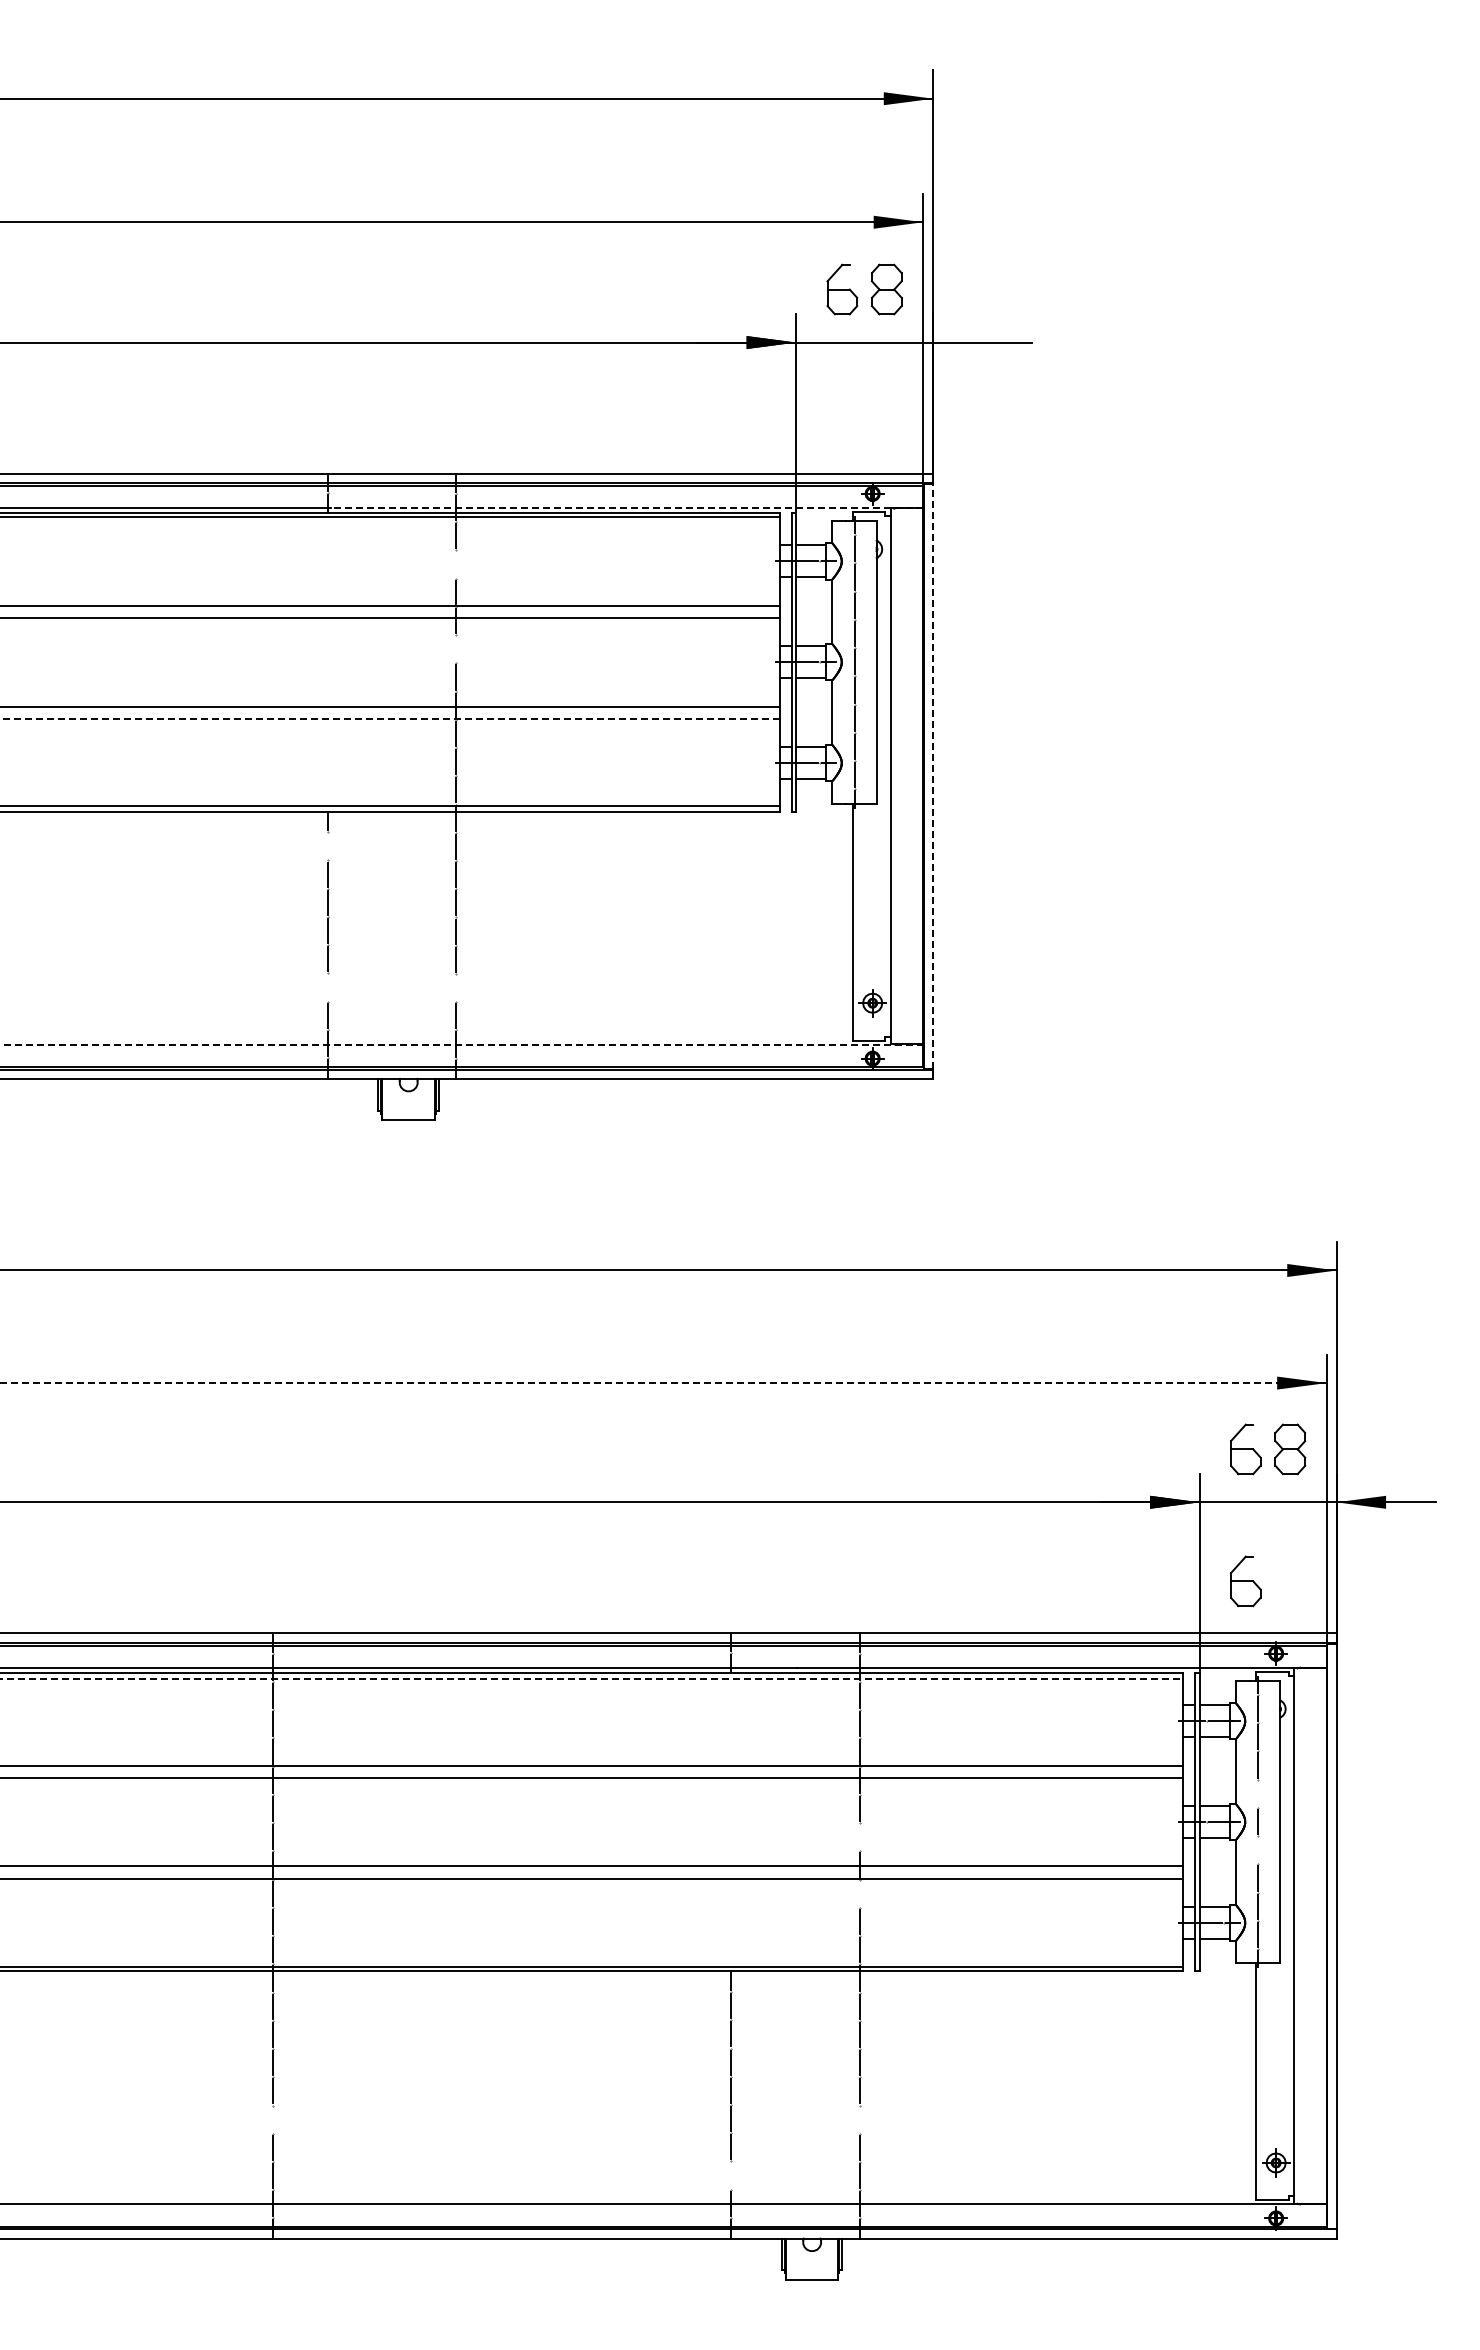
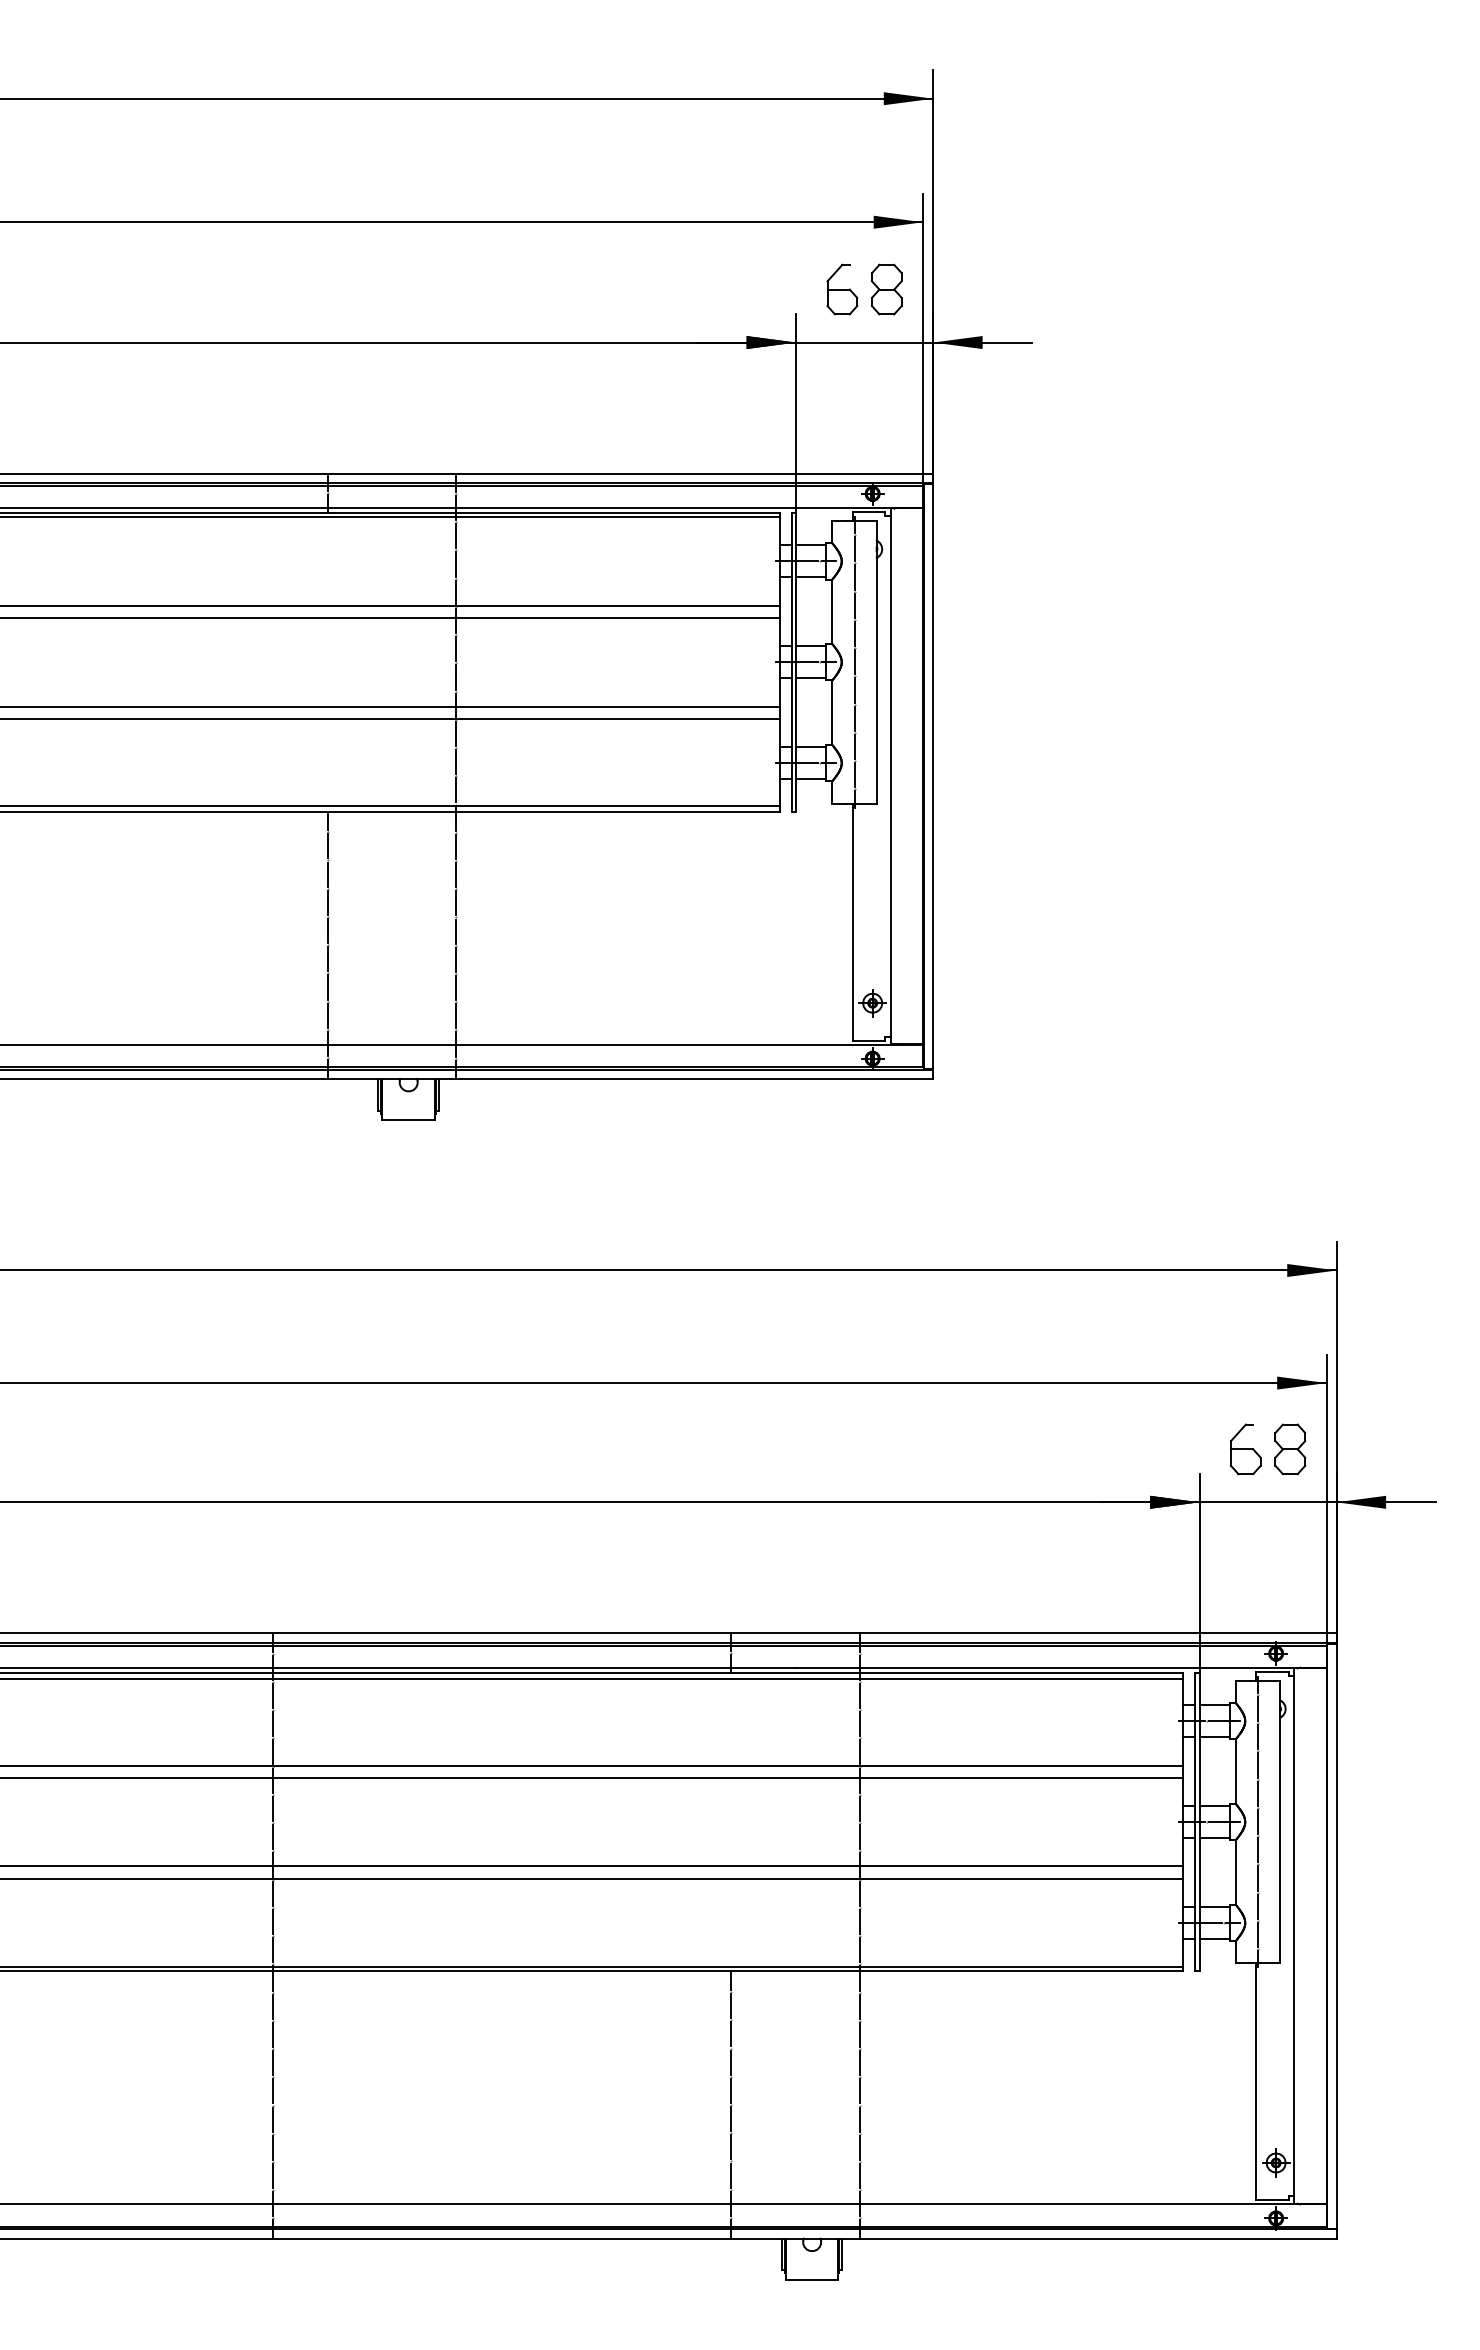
fill at (957, 342): none -> present
line at (627, 507): dashed -> solid
line at (456, 564): none -> present
line at (456, 649): none -> present
line at (389, 718): dashed -> solid
line at (933, 776): dashed -> solid
line at (328, 846): none -> present
line at (328, 987): none -> present
line at (456, 987): none -> present
line at (461, 1044): dashed -> solid
line at (663, 1383): dashed -> solid
part at (1245, 1581): present -> none
line at (592, 1678): dashed -> solid
line at (1257, 1793): none -> present
line at (859, 1837): none -> present
line at (1257, 1850): none -> present
line at (859, 1893): none -> present
line at (272, 2119): none -> present
line at (859, 2119): none -> present
line at (731, 2175): none -> present
